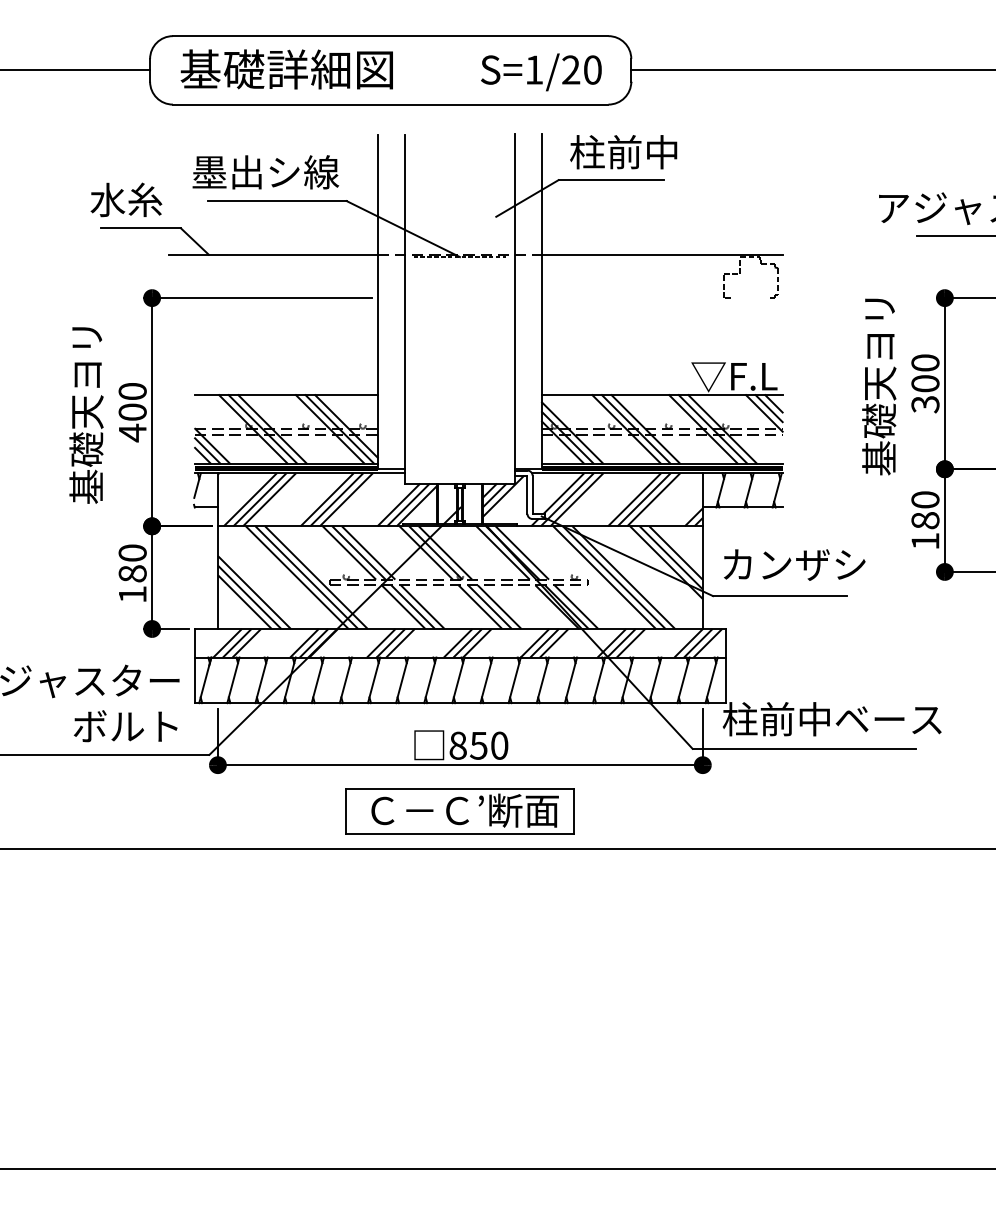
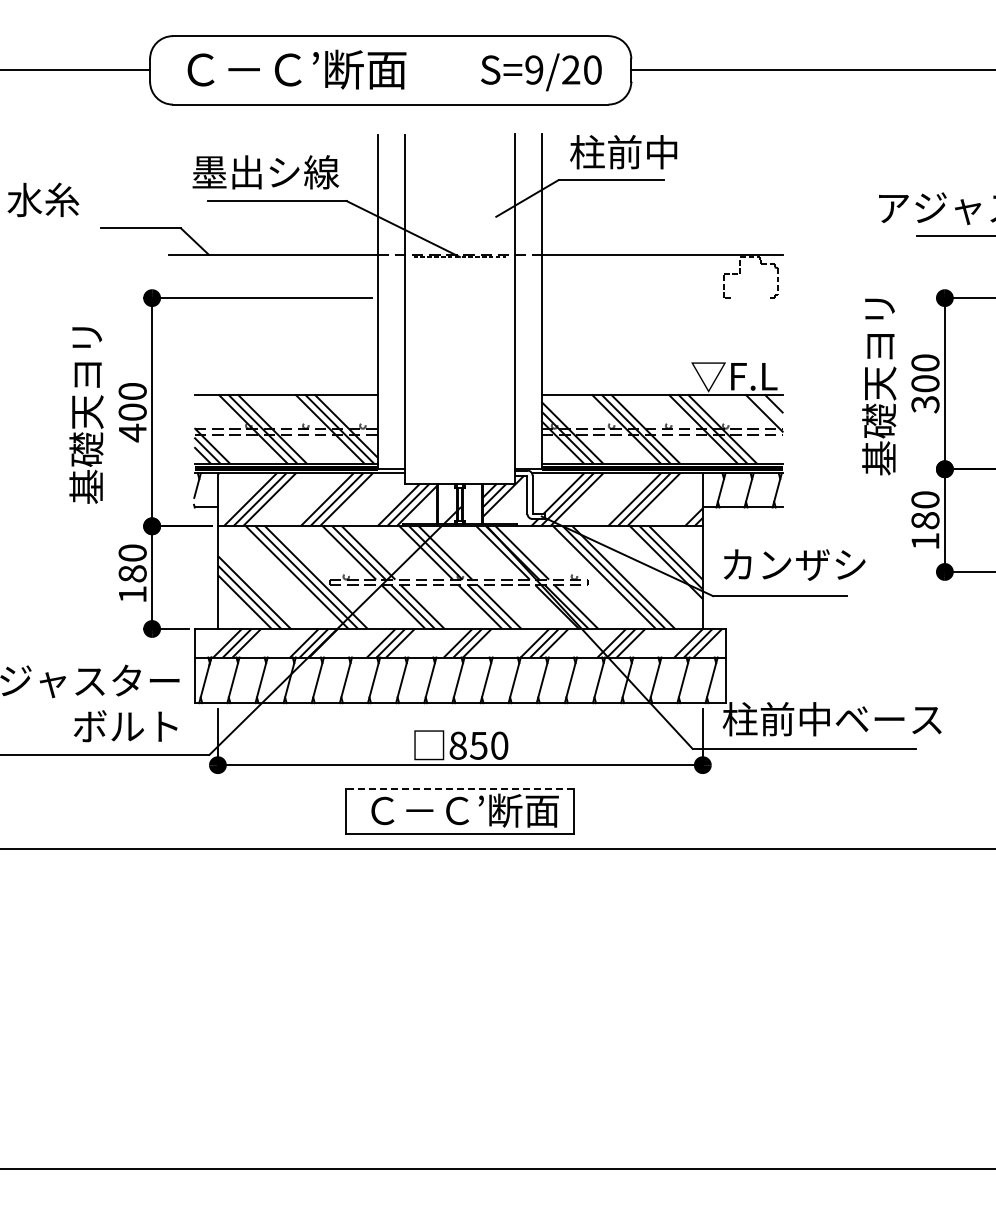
text at (293, 69): 基礎詳細図 -> Ｃ－Ｃ’断面
text at (534, 69): S=1/20 -> S=9/20
text at (126, 199) position: (126, 199) -> (43, 199)
line at (768, 408): present -> none
line at (459, 788): solid -> dashed
